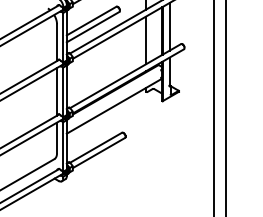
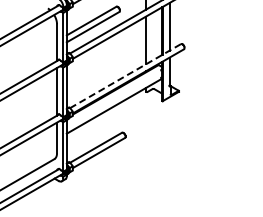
line at (125, 75): solid -> dashed
line at (213, 107): present -> none
line at (226, 107): present -> none
